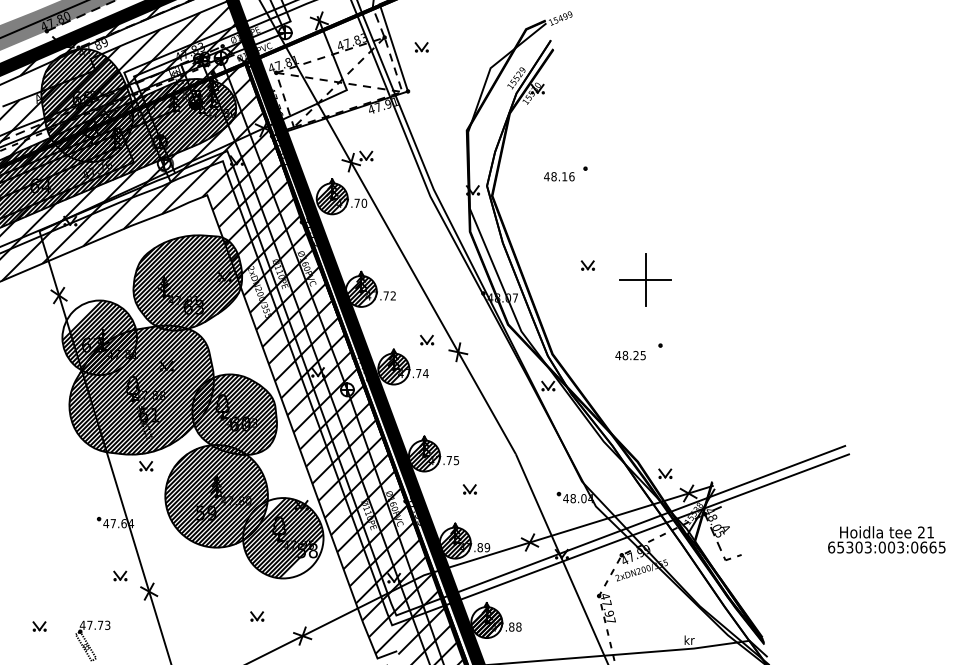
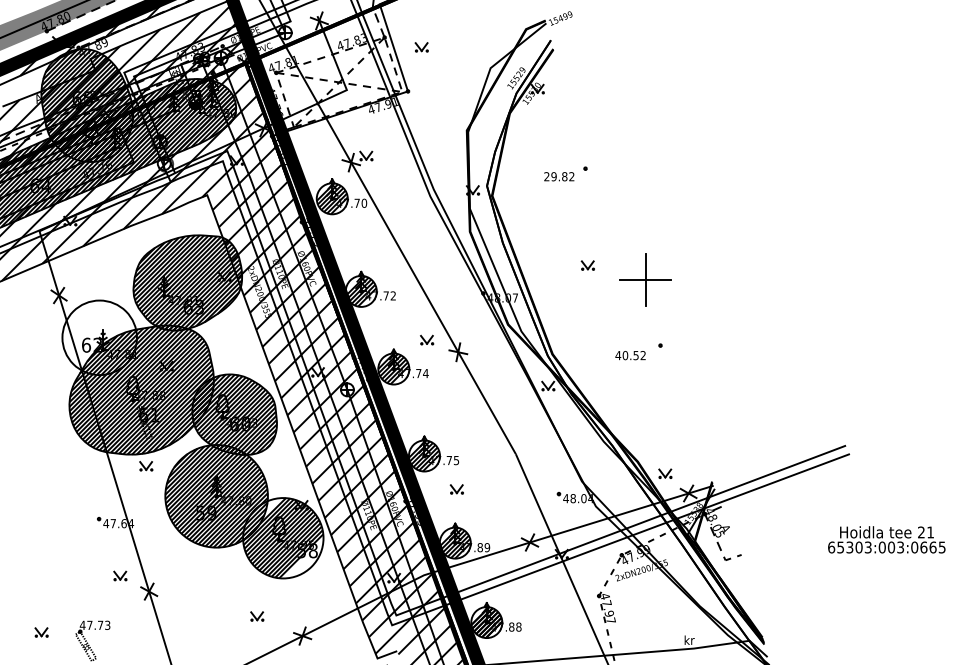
text at (559, 176): 48.16 -> 29.82
hatch at (99, 337): present -> none
text at (633, 355): 48.25 -> 40.52
part at (469, 489) position: (469, 489) -> (456, 489)
part at (39, 626) position: (39, 626) -> (41, 632)
